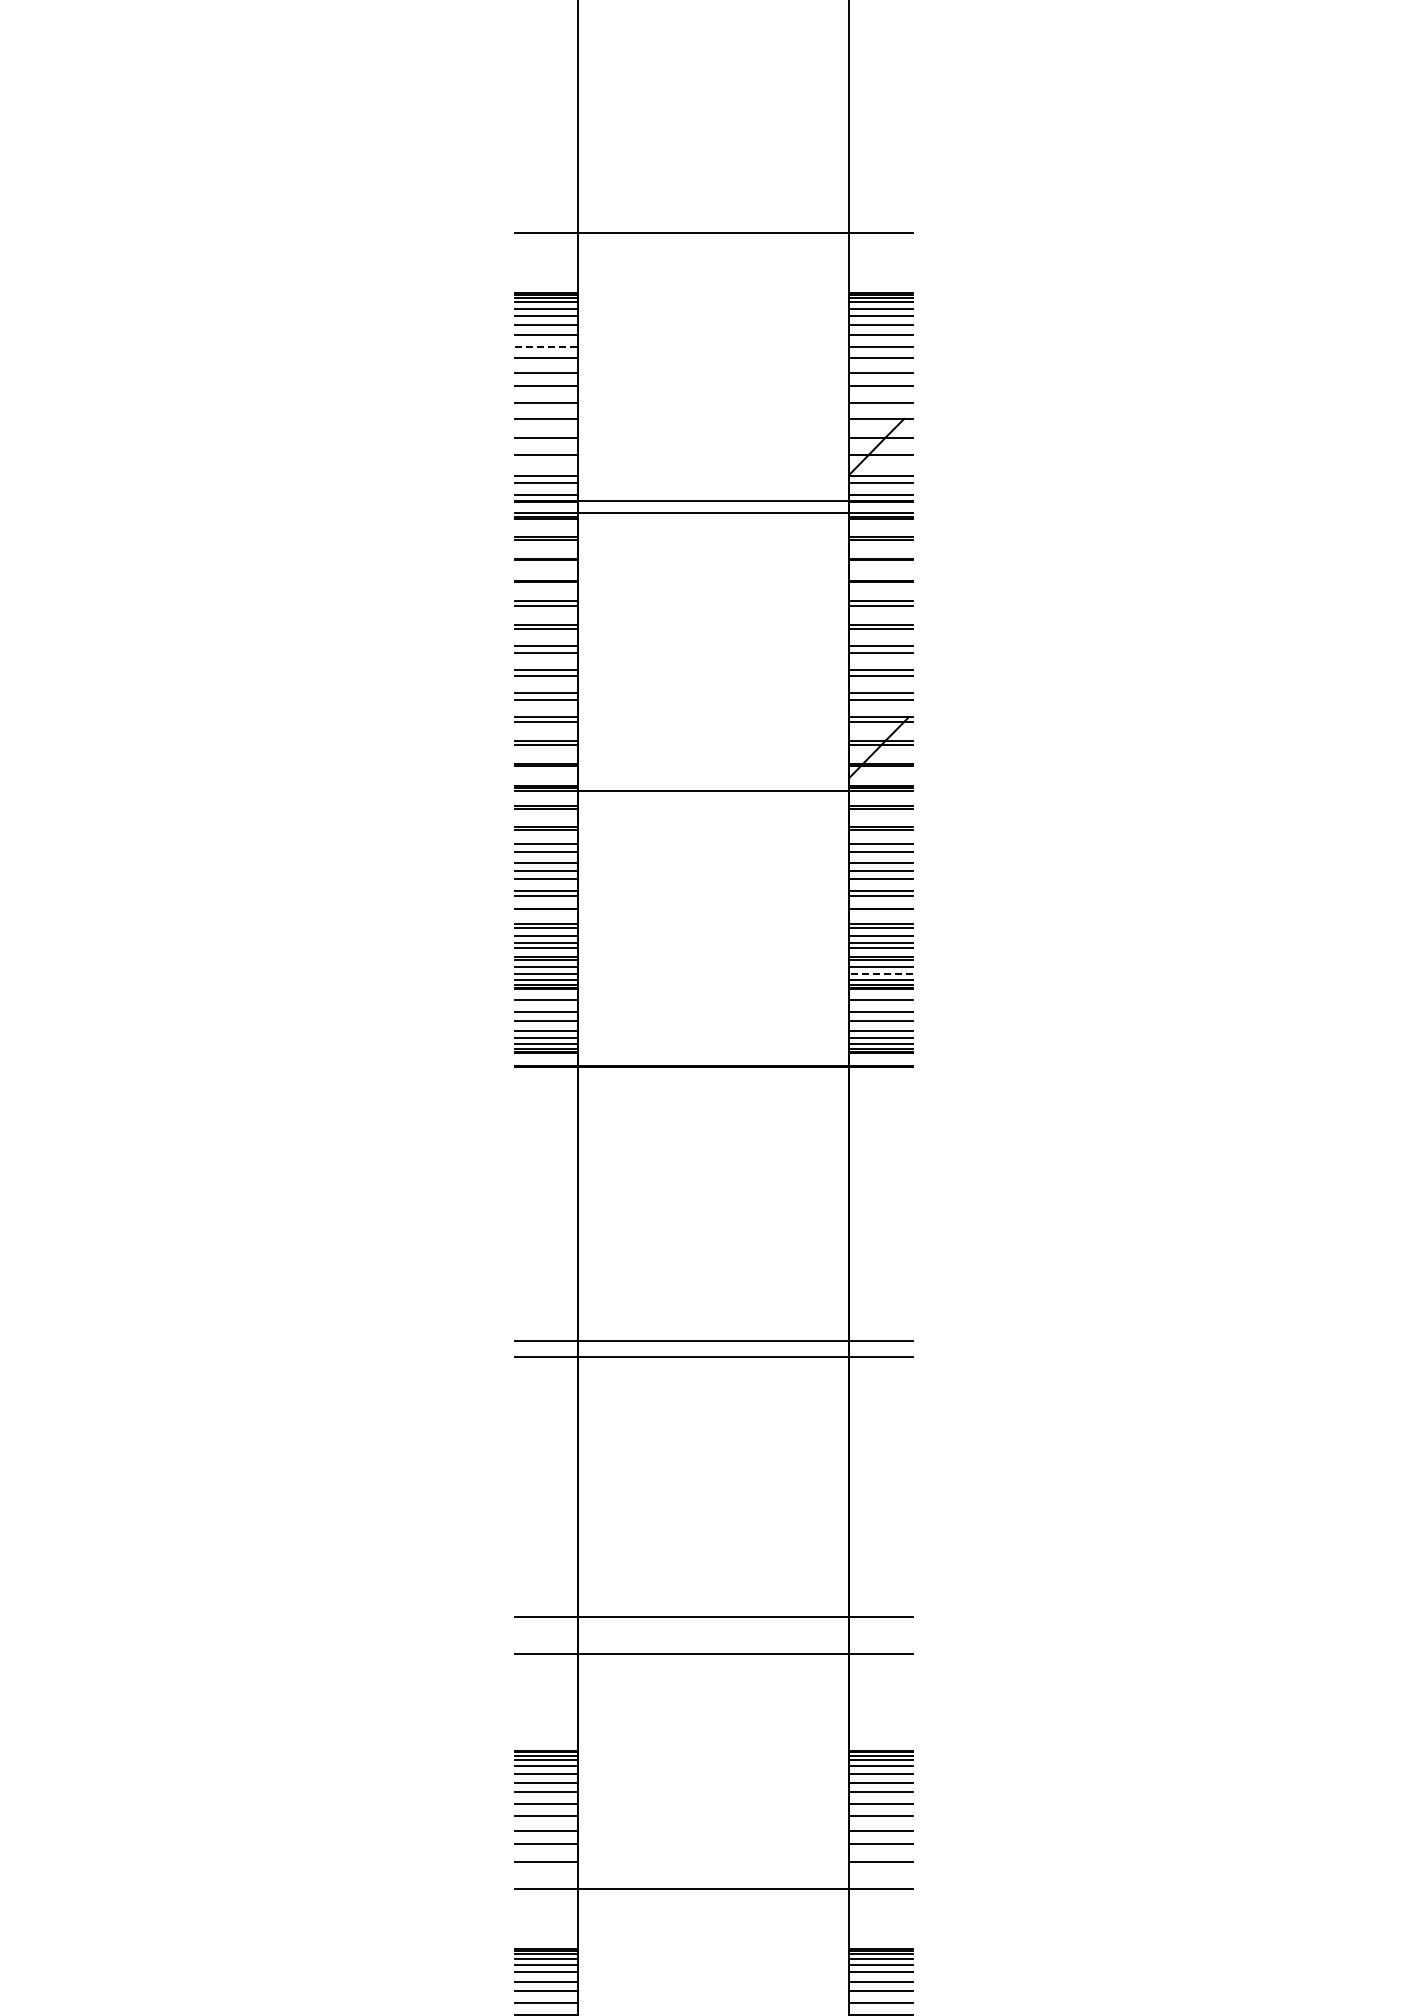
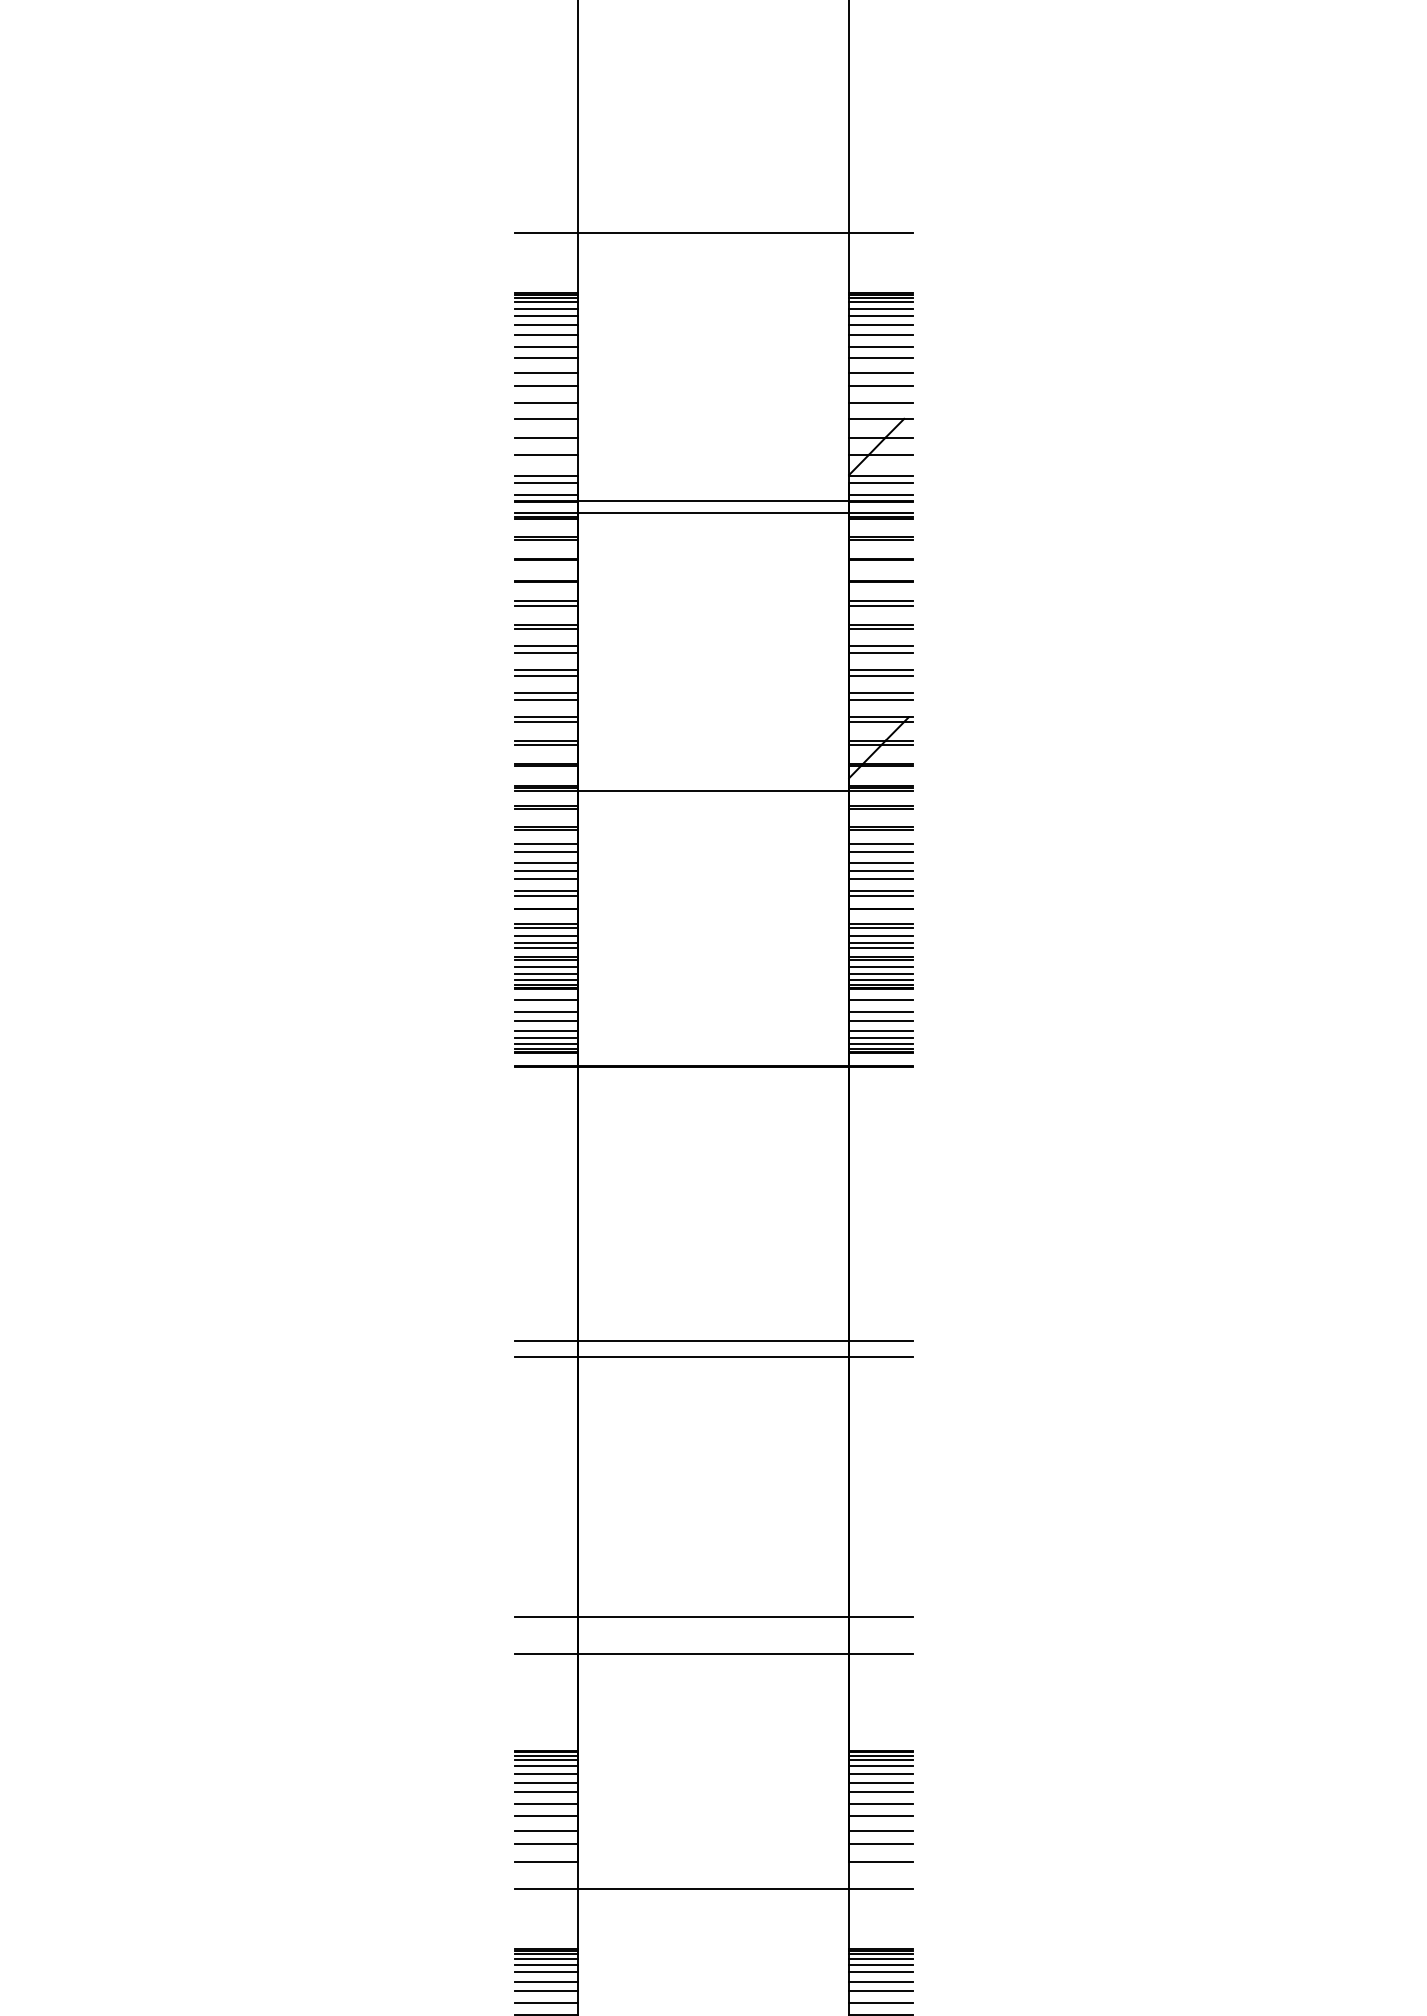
line at (546, 346): dashed -> solid
line at (880, 973): dashed -> solid
